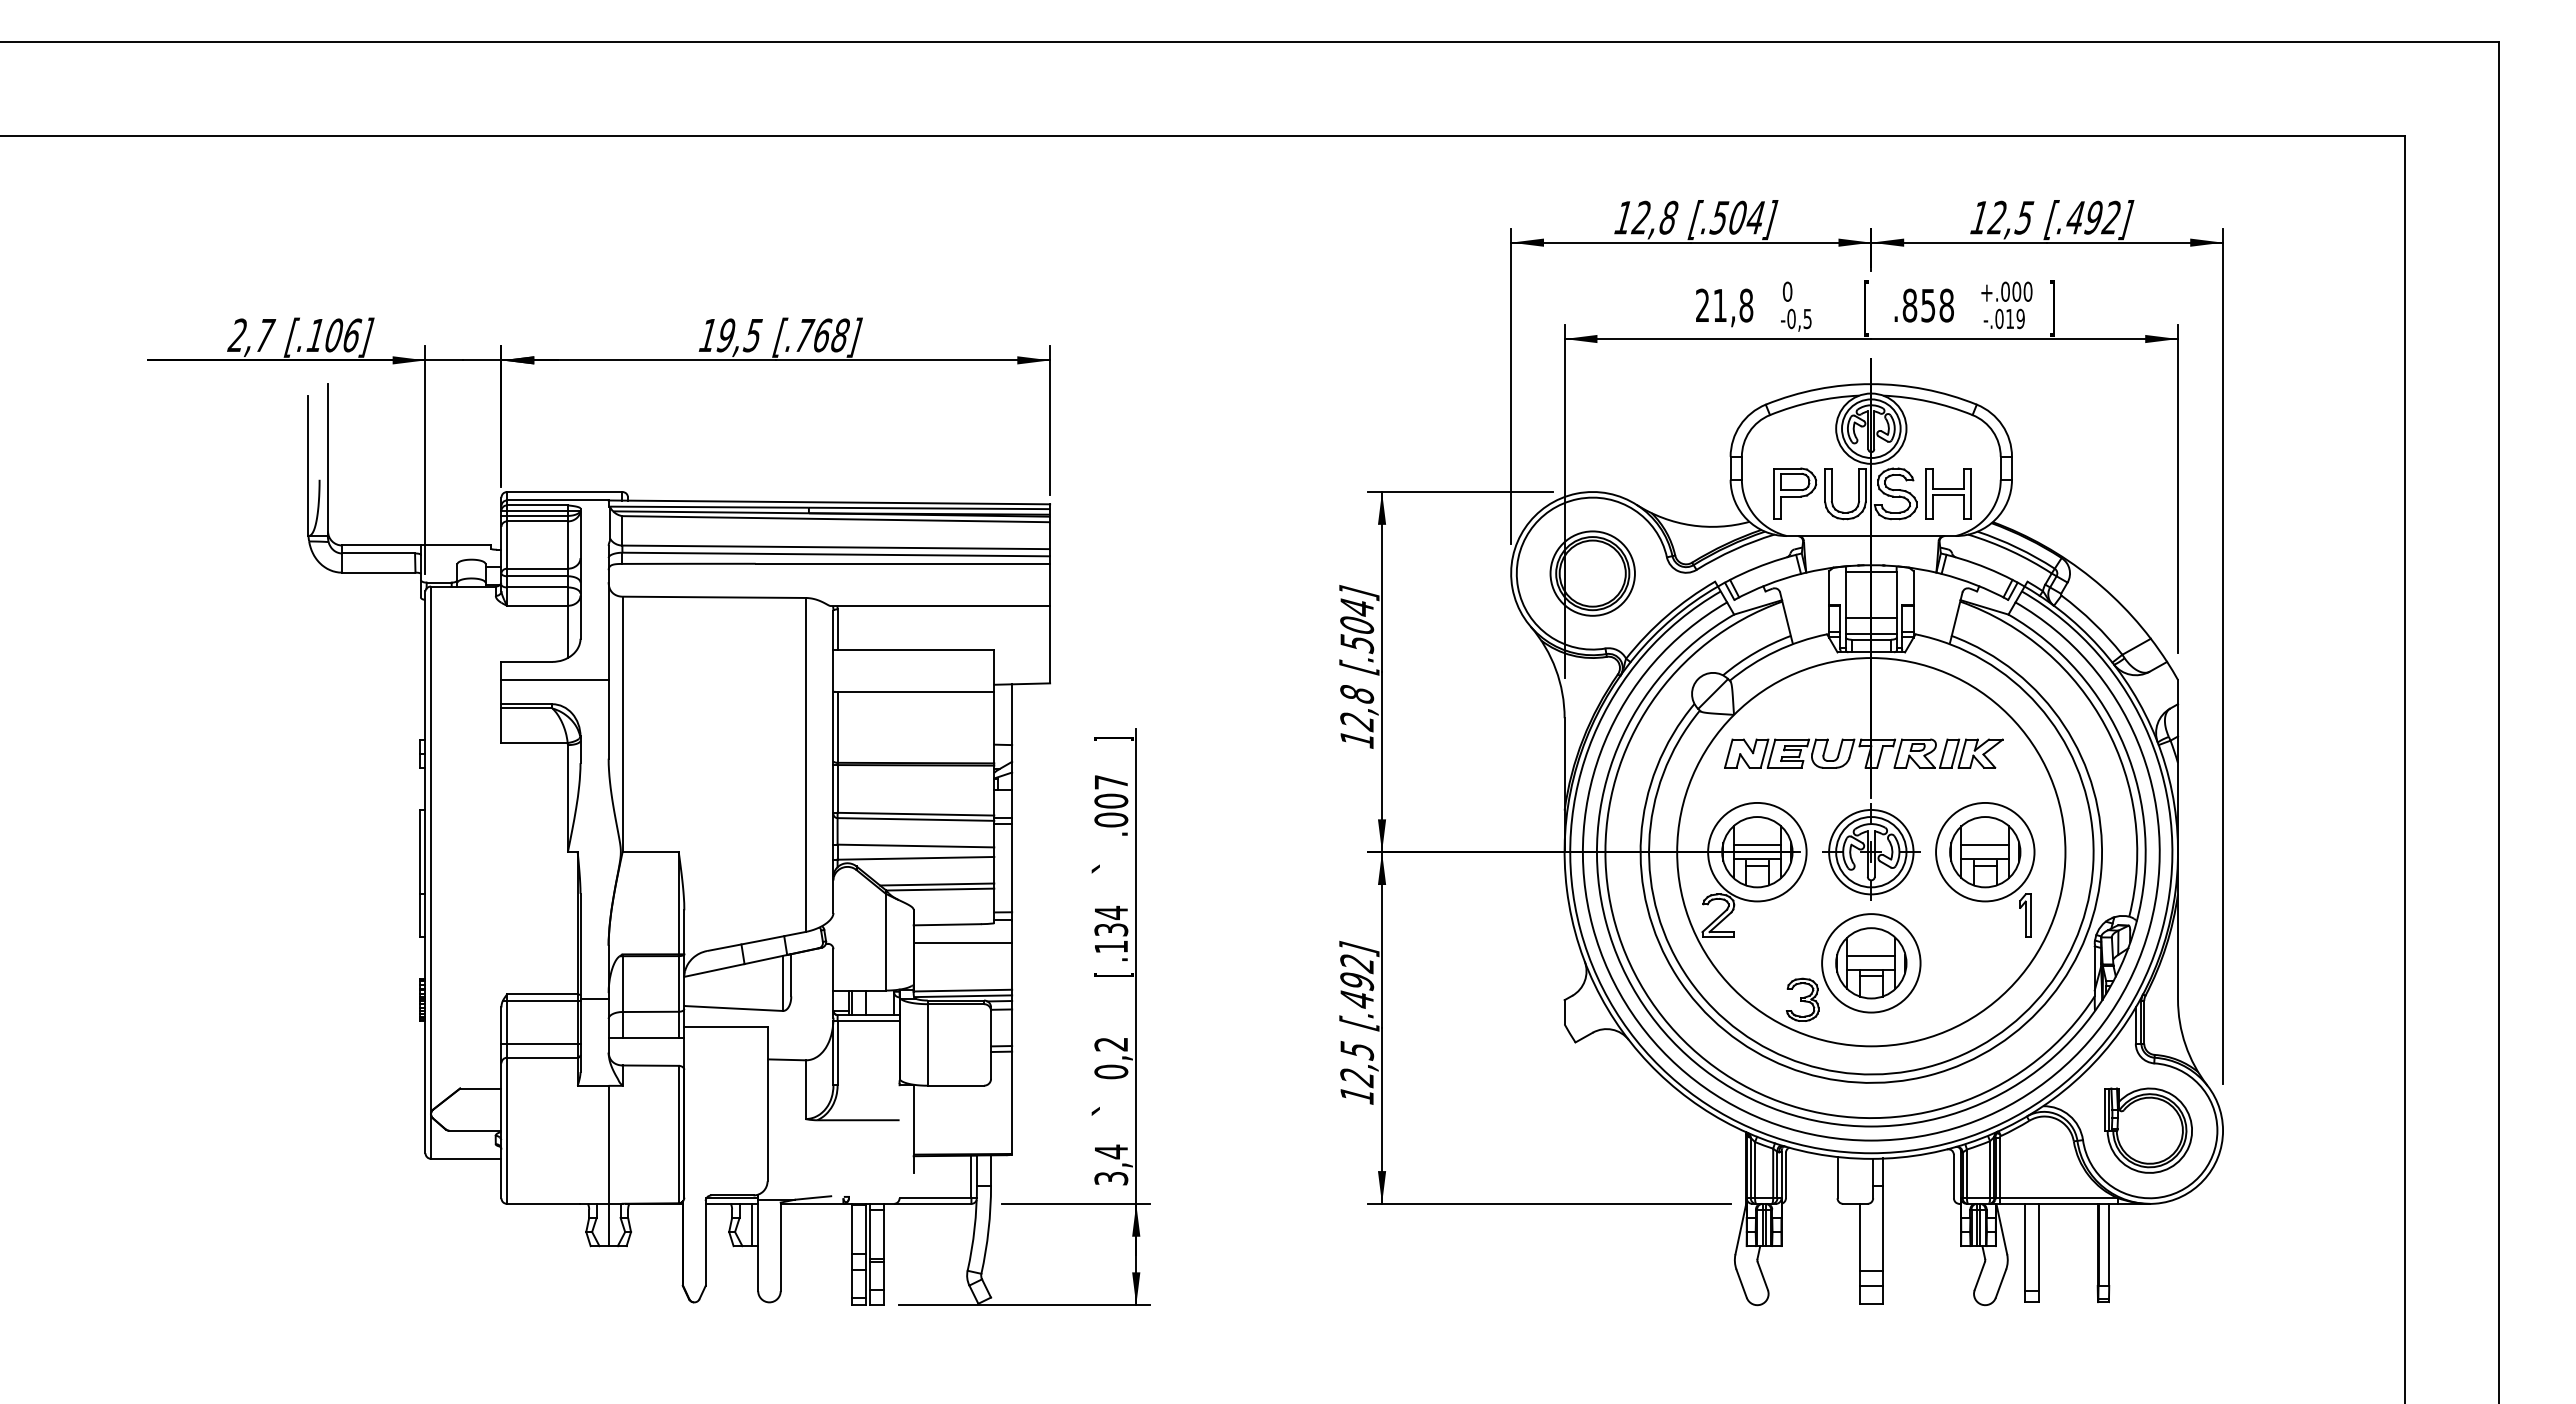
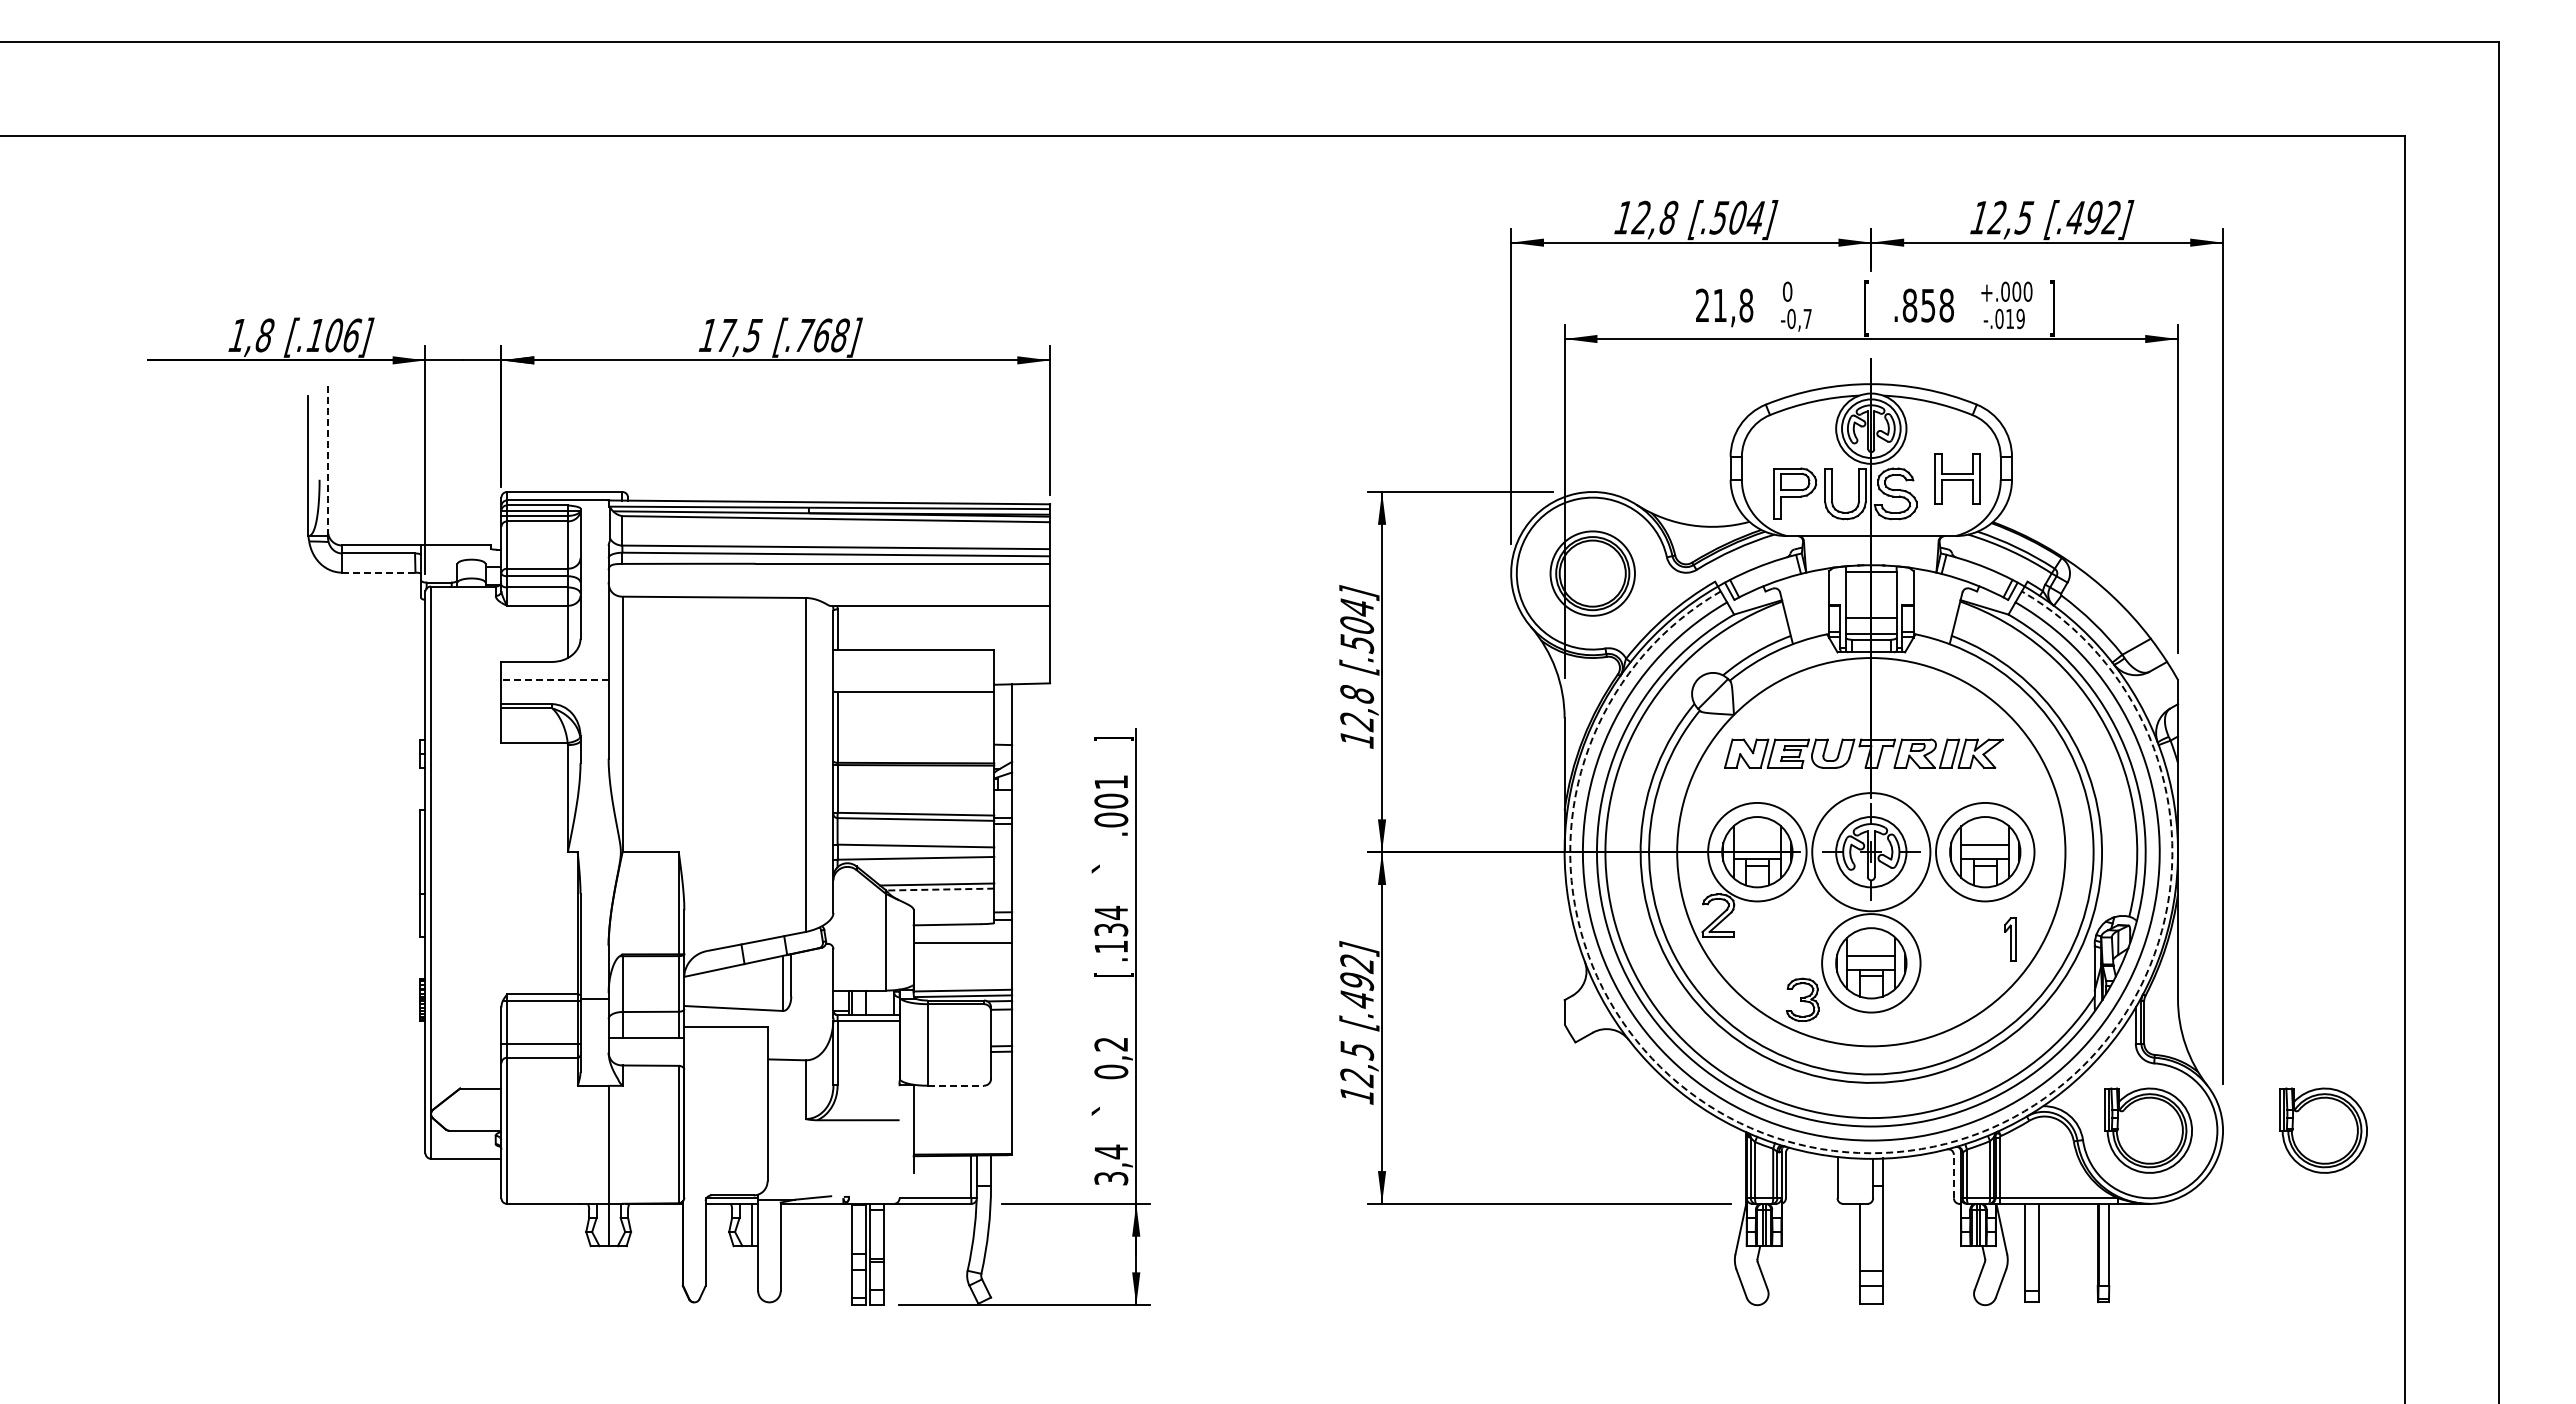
text at (1807, 319): -0,5 -> -0,7
text at (251, 335): 2,7 -> 1,8
text at (726, 335): 19,5 -> 17,5
line at (328, 460): solid -> dashed
part at (1948, 493) position: (1948, 493) -> (1957, 478)
line at (378, 572): solid -> dashed
line at (555, 680): solid -> dashed
text at (1111, 782): .007 -> .001
line at (1757, 845): present -> none
circle at (1871, 851) diameter: 84 px -> 118 px
line at (939, 889): solid -> dashed
part at (2025, 915) position: (2025, 915) -> (2010, 939)
line at (956, 1085): solid -> dashed
part at (2323, 1130): none -> present
arc at (1871, 1153): solid -> dashed
line at (1953, 1176): solid -> dashed
